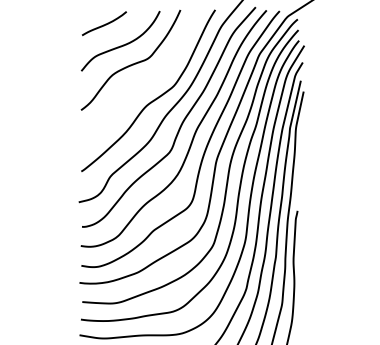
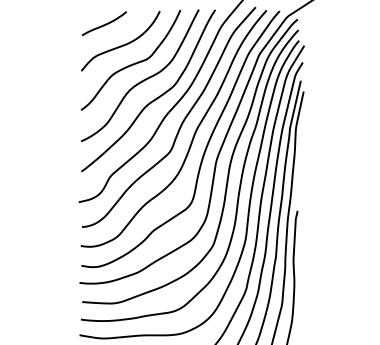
curve at (143, 79): none -> present
